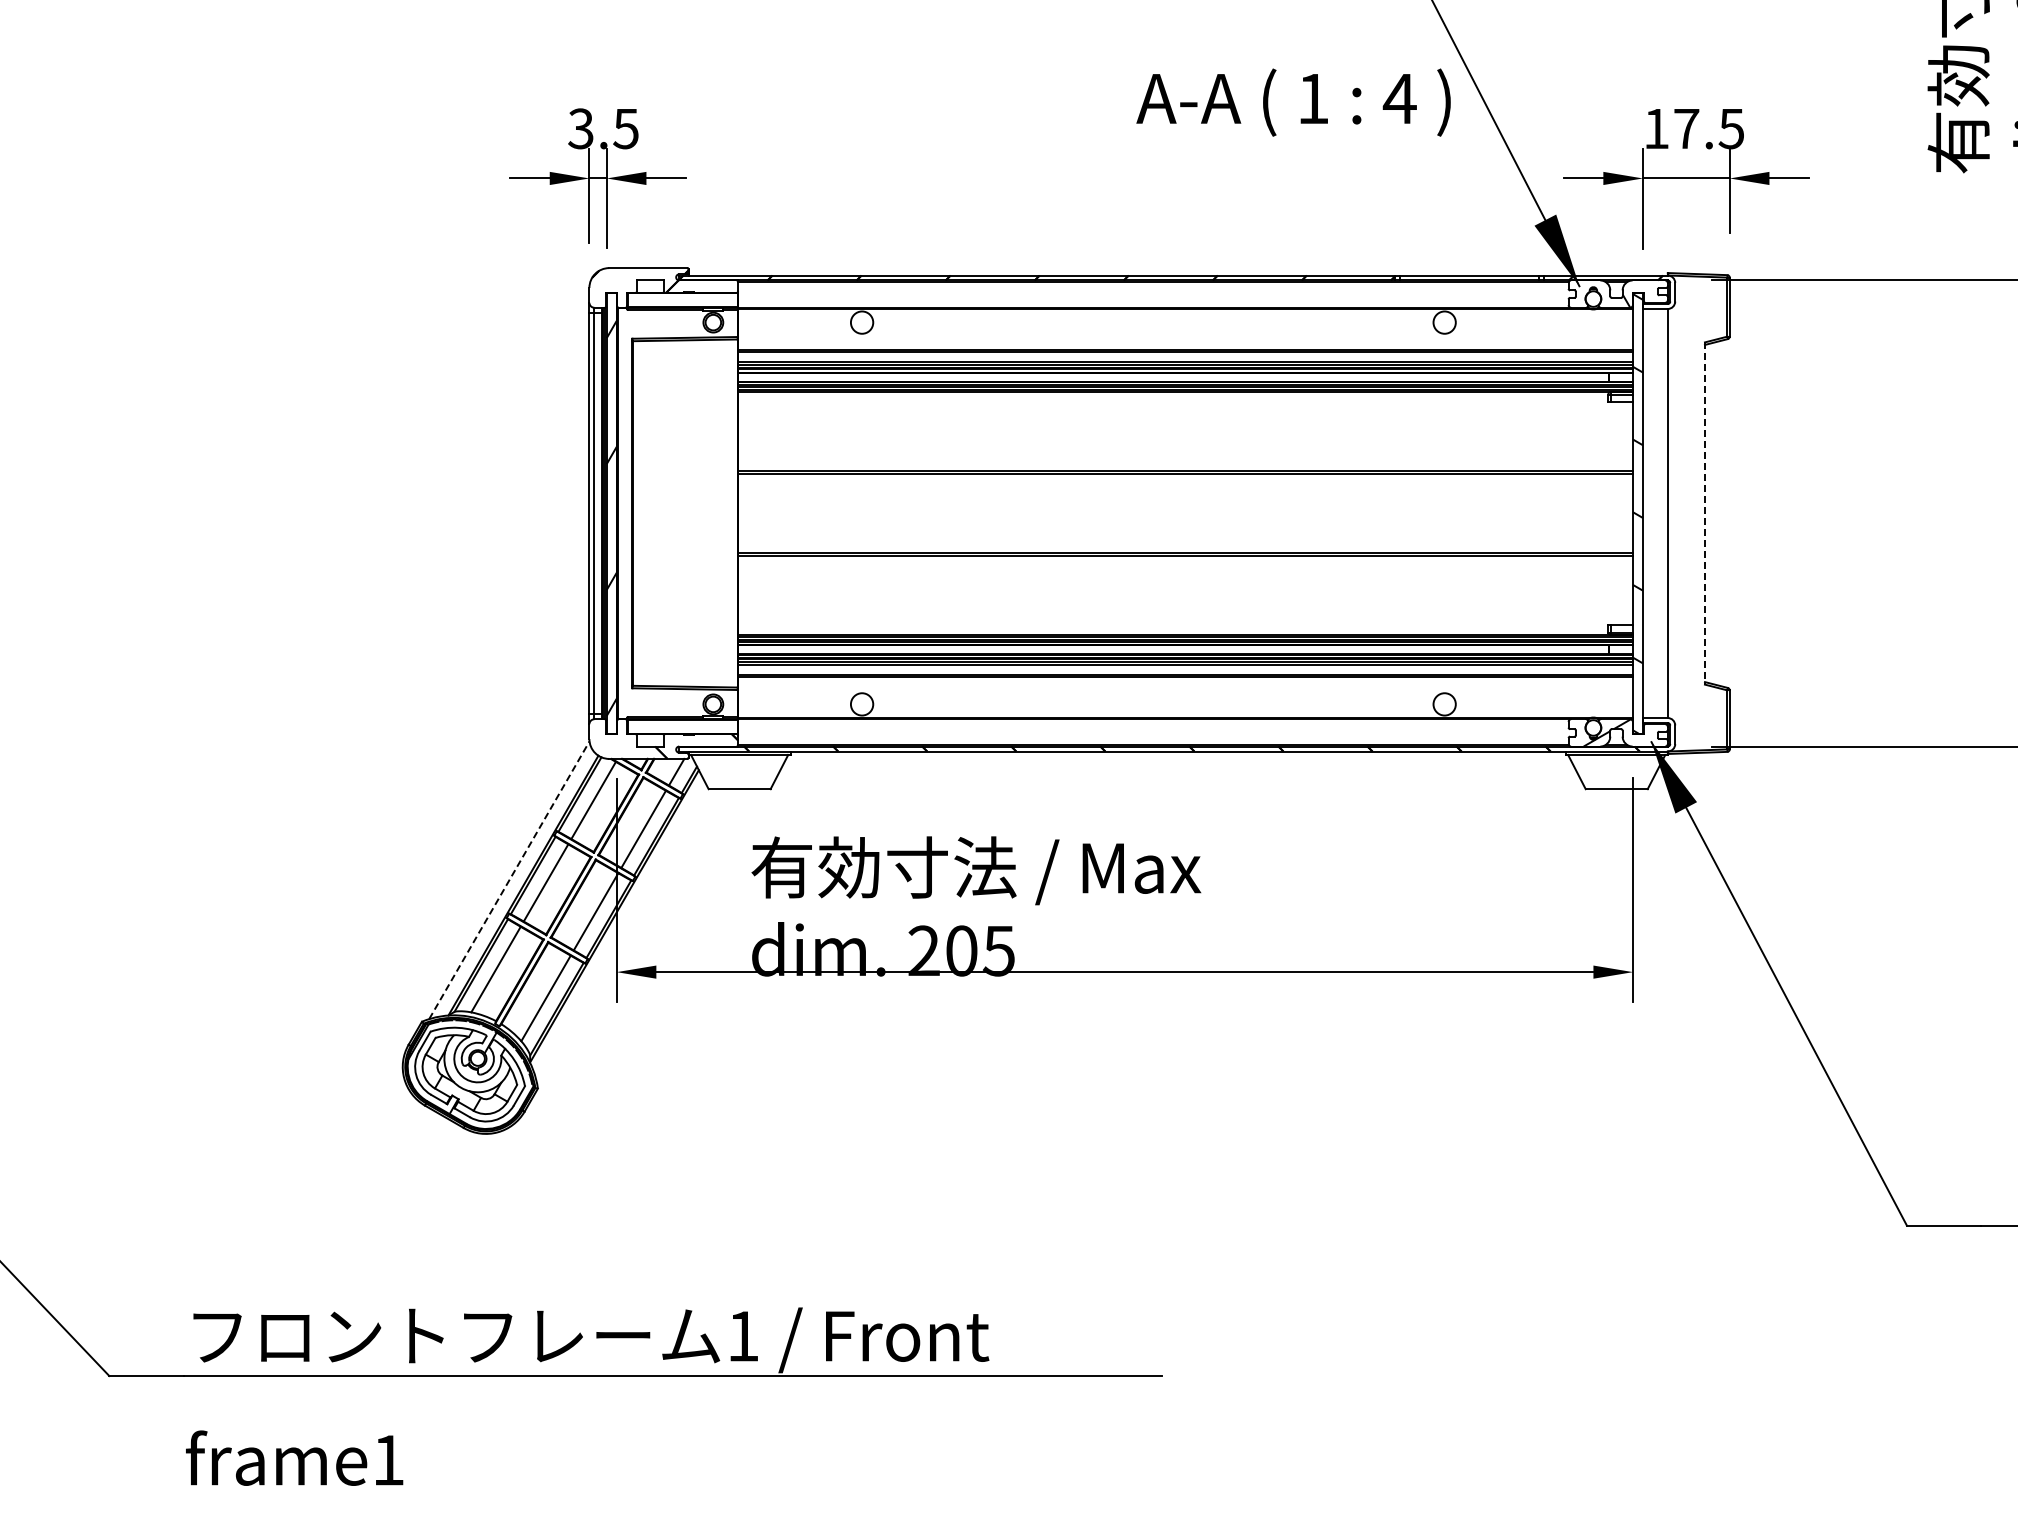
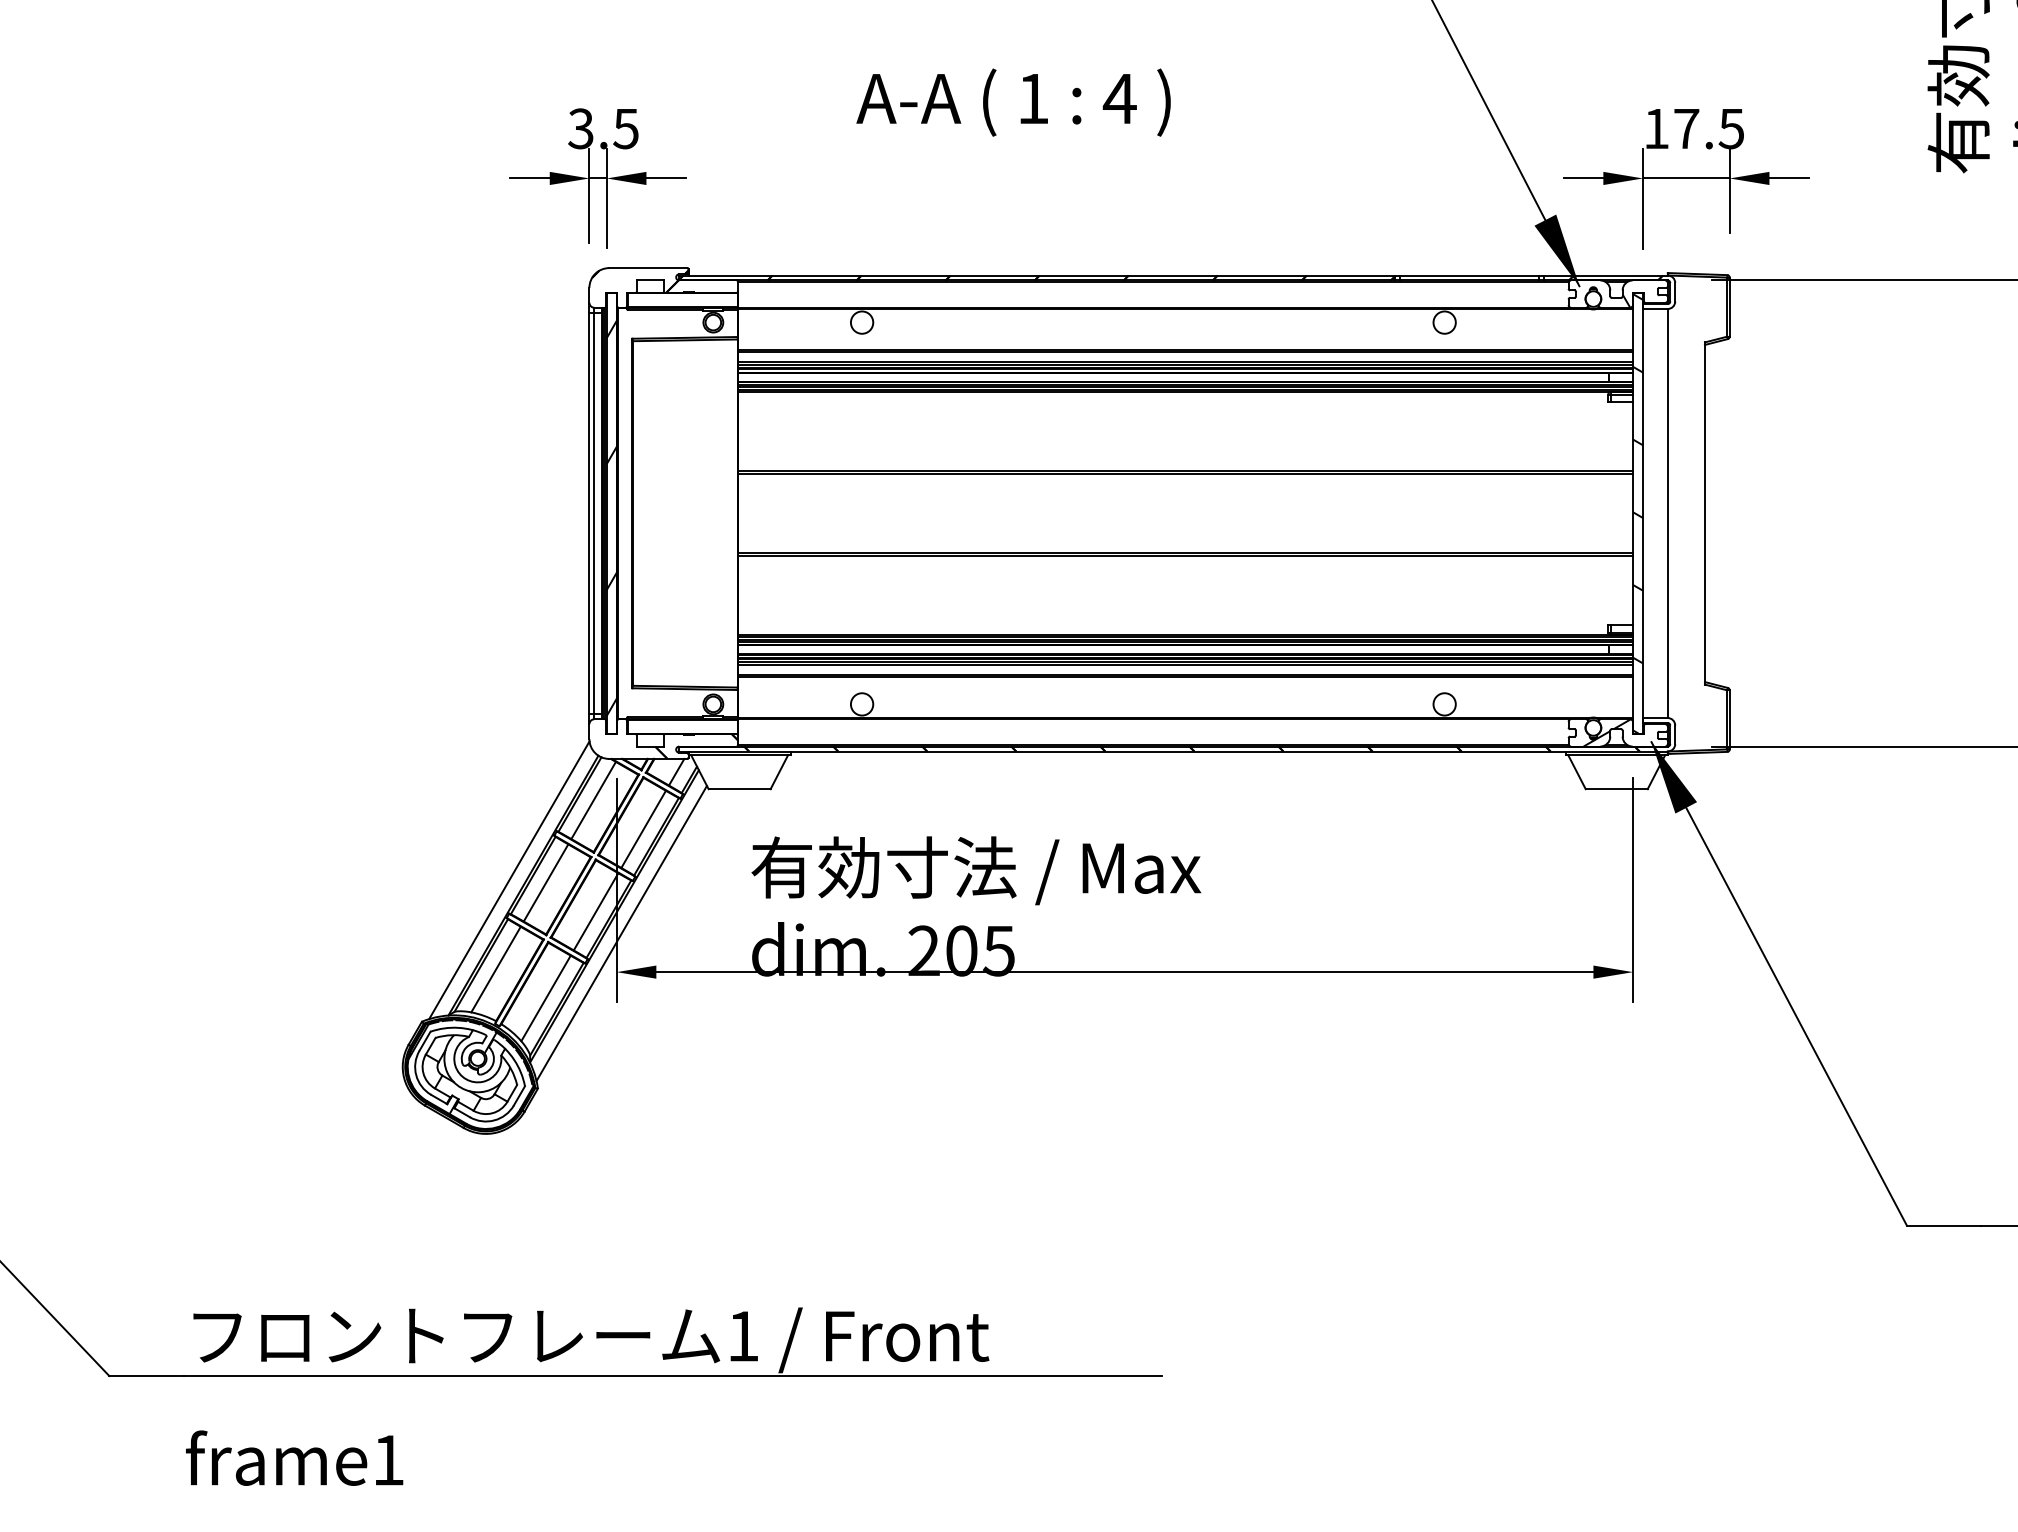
text at (1293, 102) position: (1293, 102) -> (1013, 102)
line at (1704, 514): dashed -> solid
line at (509, 879): dashed -> solid
line at (621, 933): none -> present
